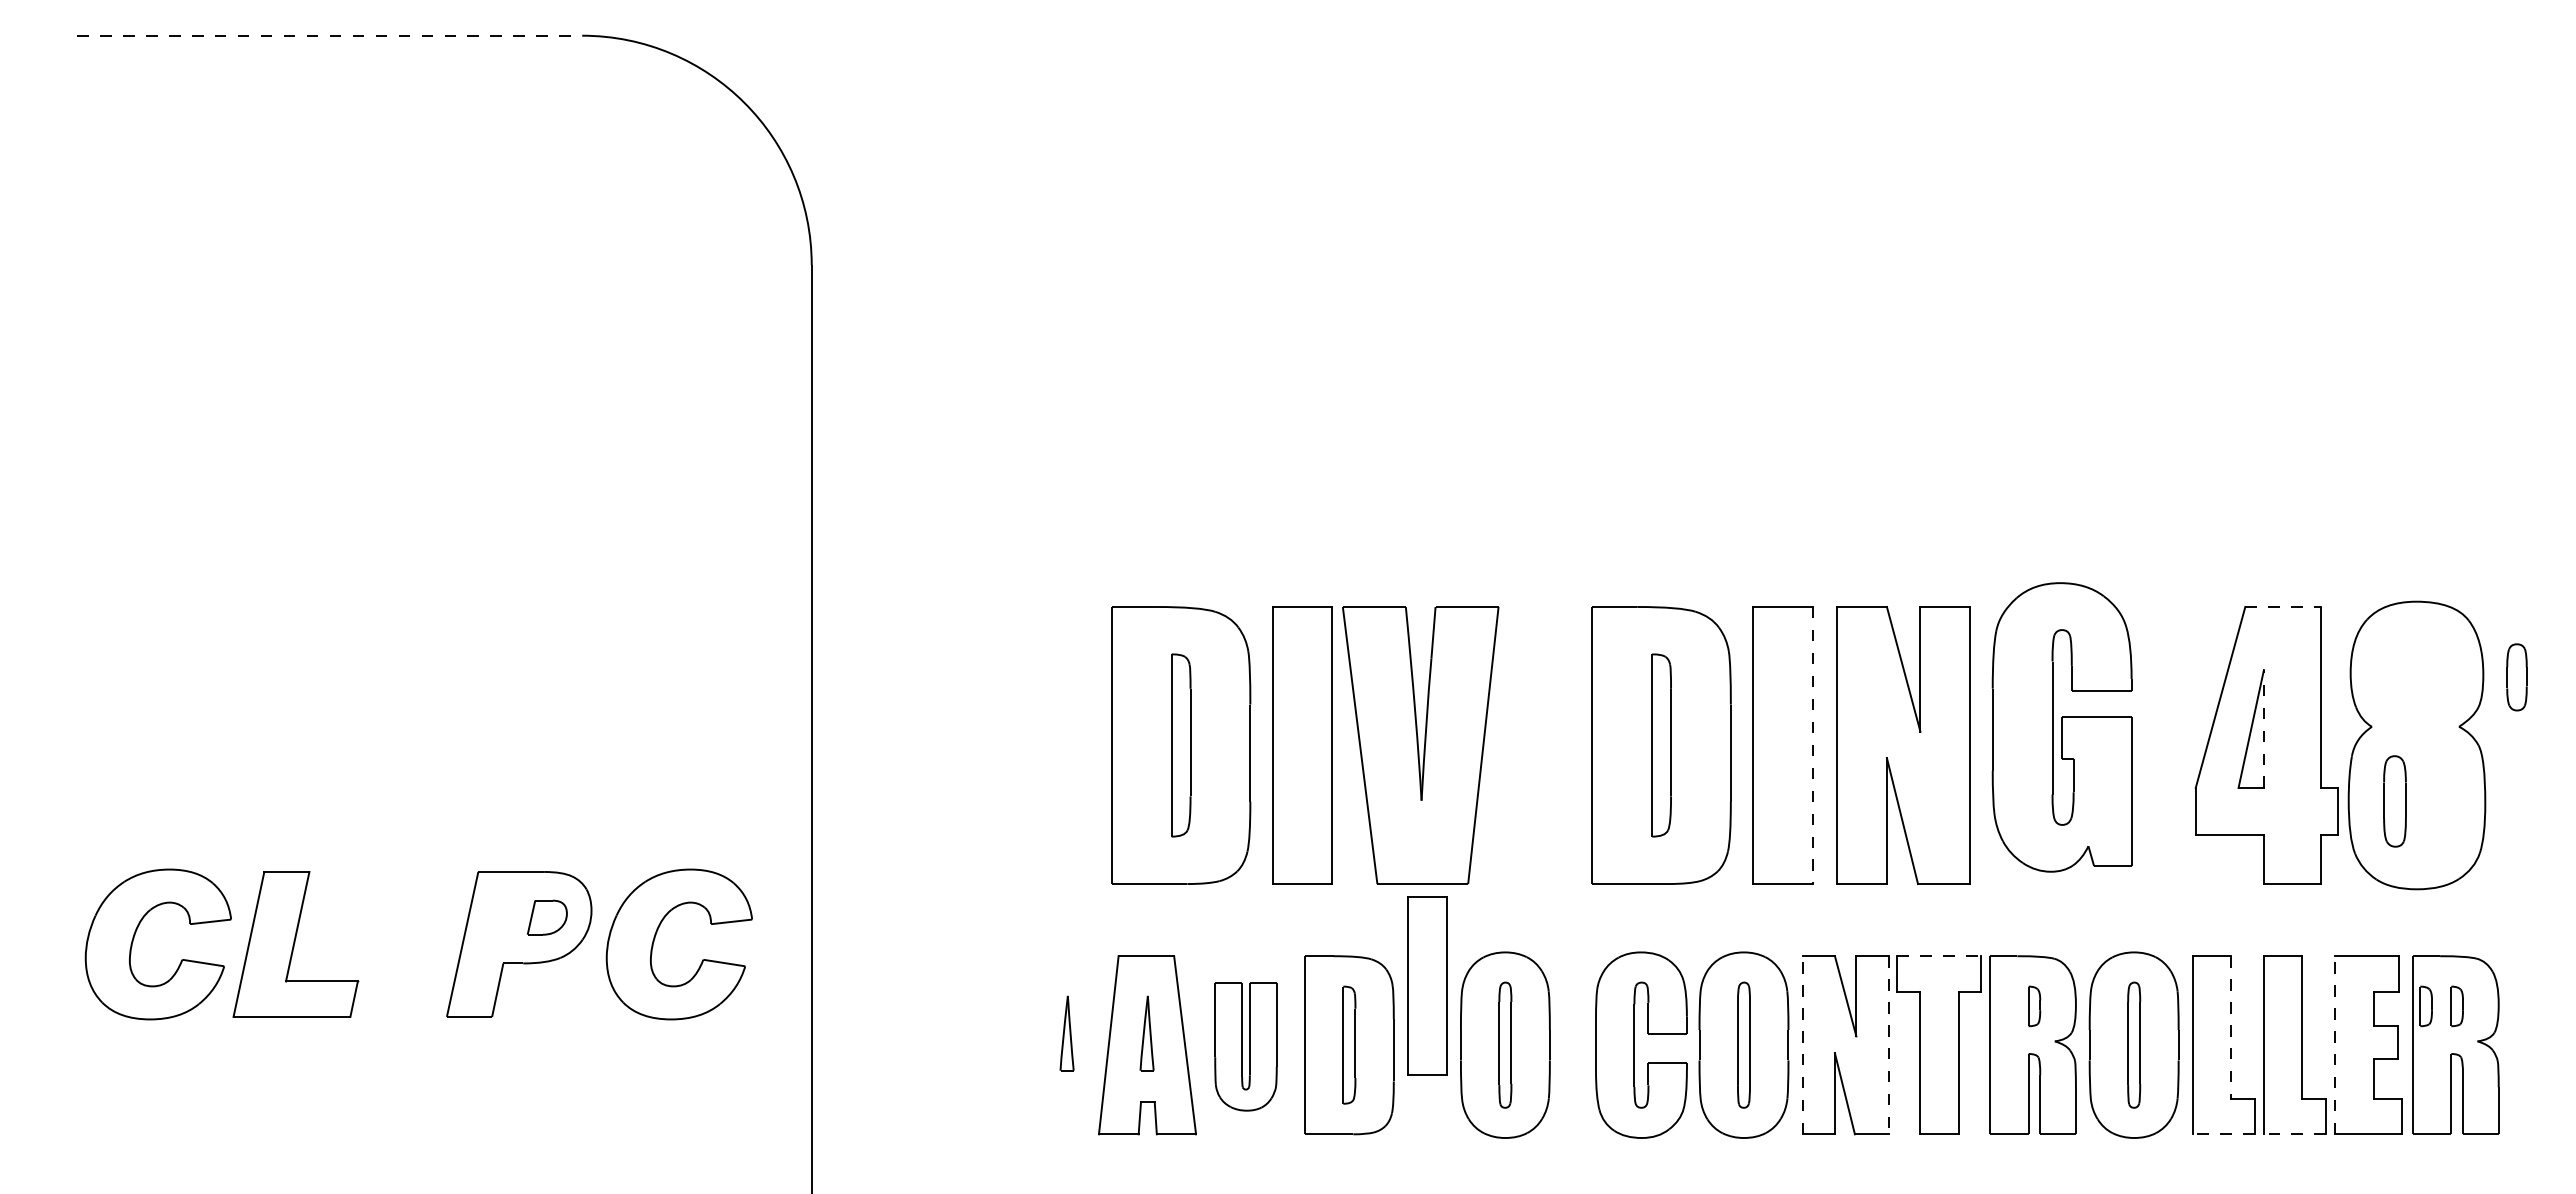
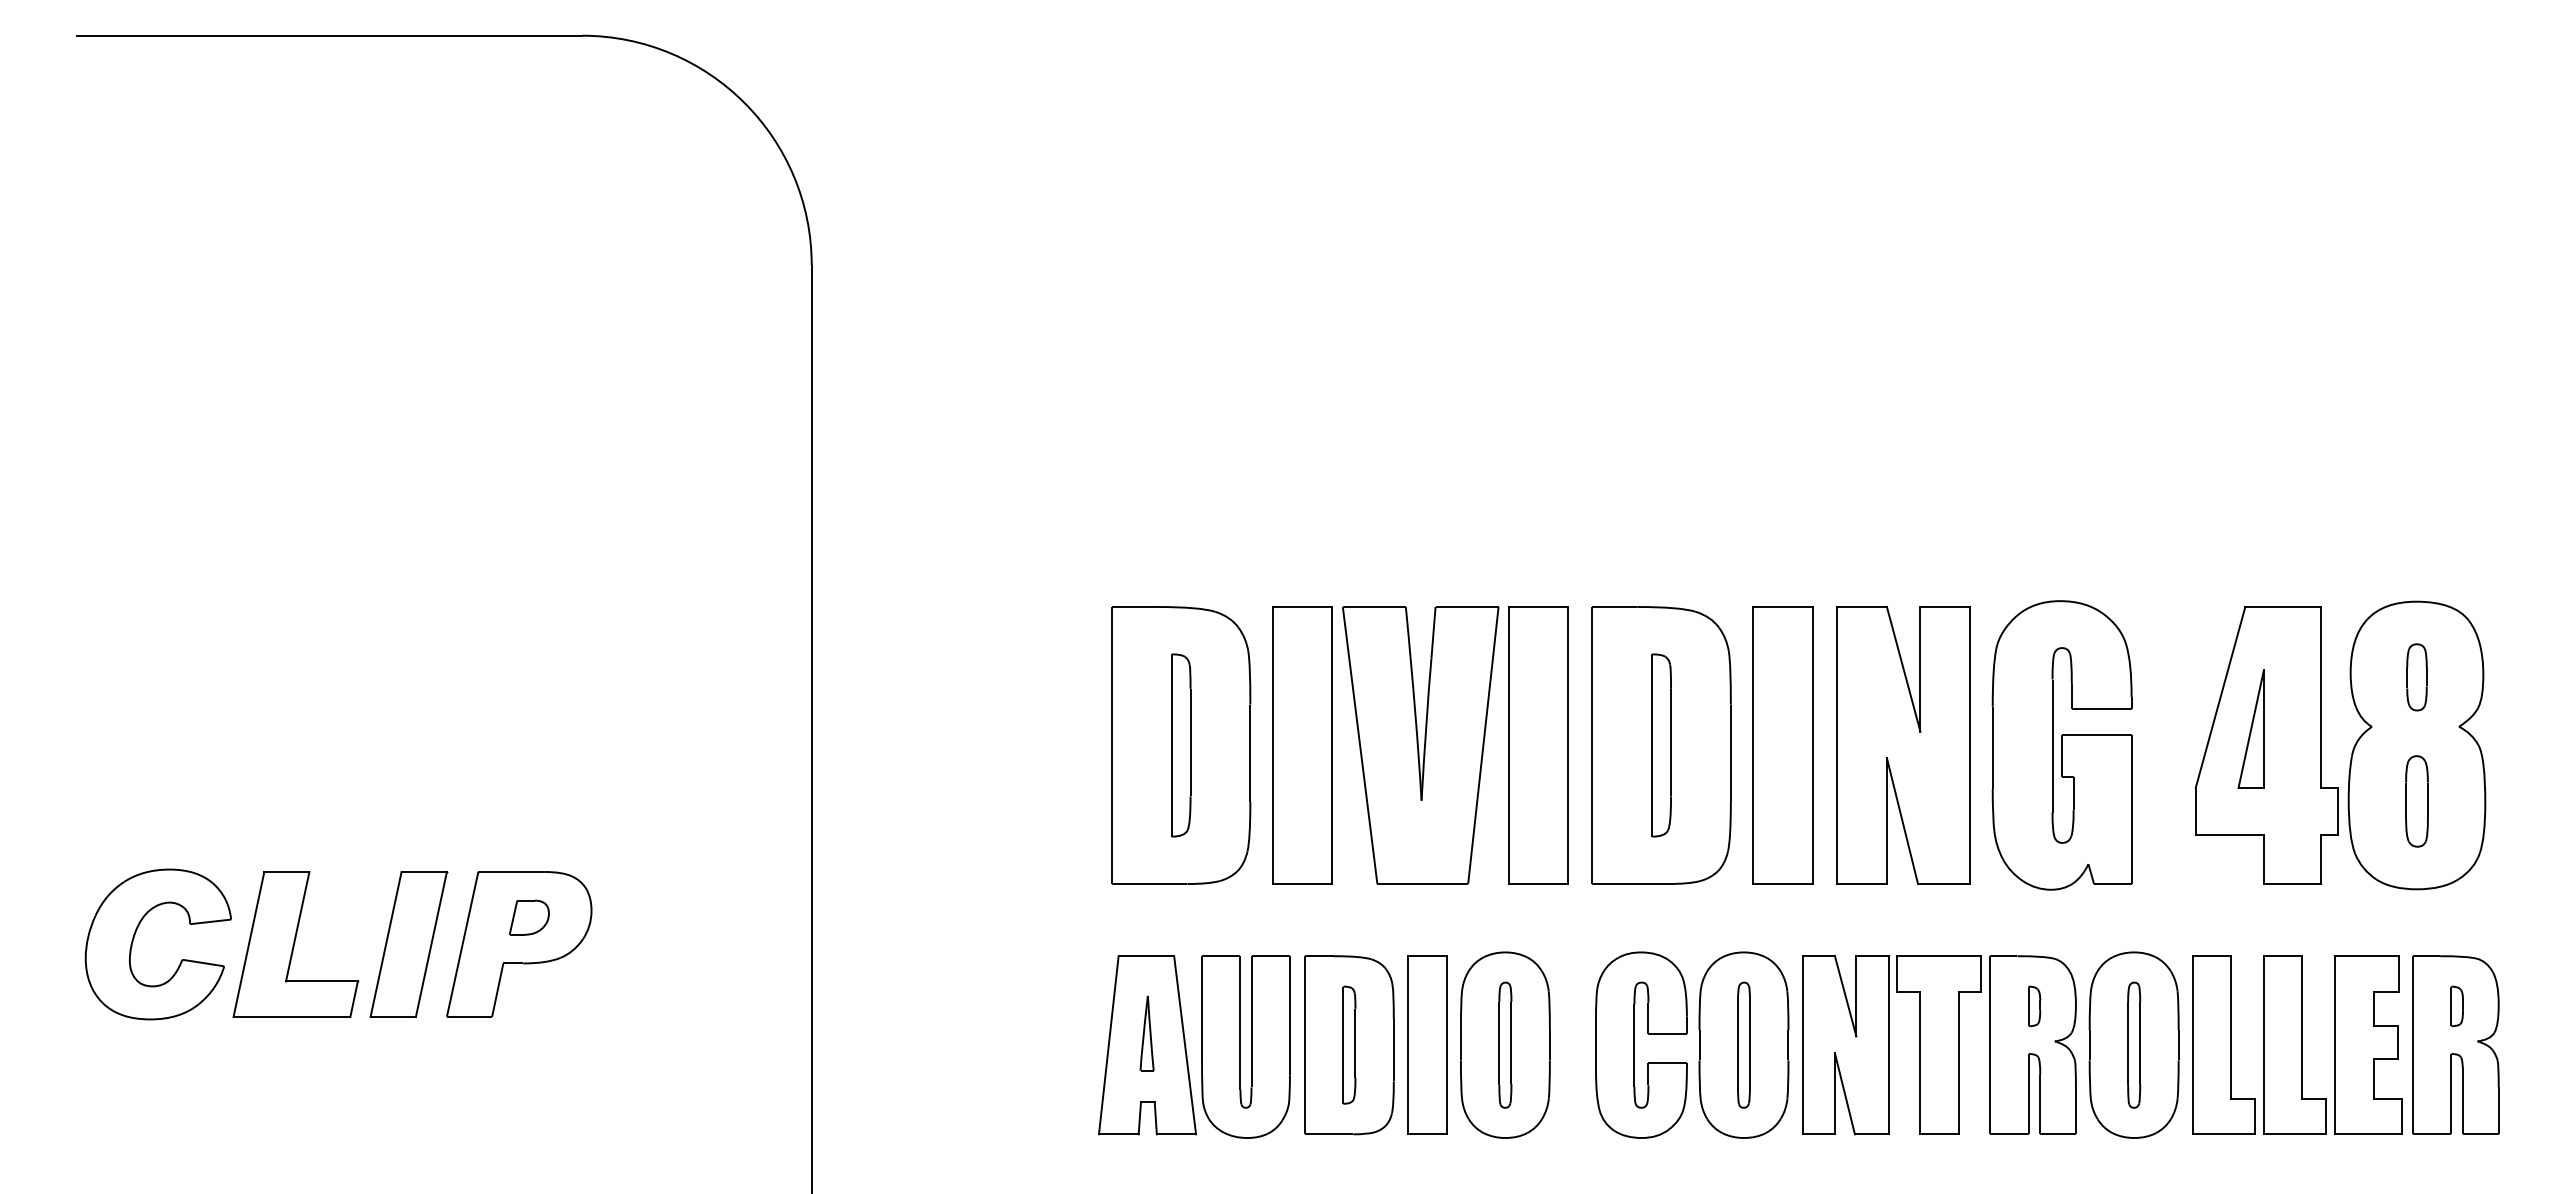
line at (330, 35): dashed -> solid
line at (2283, 607): dashed -> solid
part at (2516, 677) position: (2516, 677) -> (2416, 677)
part at (2061, 727) position: (2061, 727) -> (2061, 745)
line at (2263, 729): dashed -> solid
part at (1538, 745): none -> present
line at (1812, 745): dashed -> solid
part at (2394, 801) position: (2394, 801) -> (2416, 801)
part at (547, 917) position: (547, 917) -> (529, 917)
part at (656, 935): present -> none
part at (408, 944): none -> present
line at (1939, 956): dashed -> solid
part at (1427, 985) position: (1427, 985) -> (1427, 1044)
part at (2425, 1006): present -> none
line at (2231, 1027): dashed -> solid
part at (1066, 1033): present -> none
line at (1802, 1044): dashed -> solid
line at (2335, 1044): dashed -> solid
line at (1888, 1045): dashed -> solid
part at (1245, 1046) size: 64x130 px -> 90x184 px
line at (2223, 1134): dashed -> solid
line at (2295, 1134): dashed -> solid
